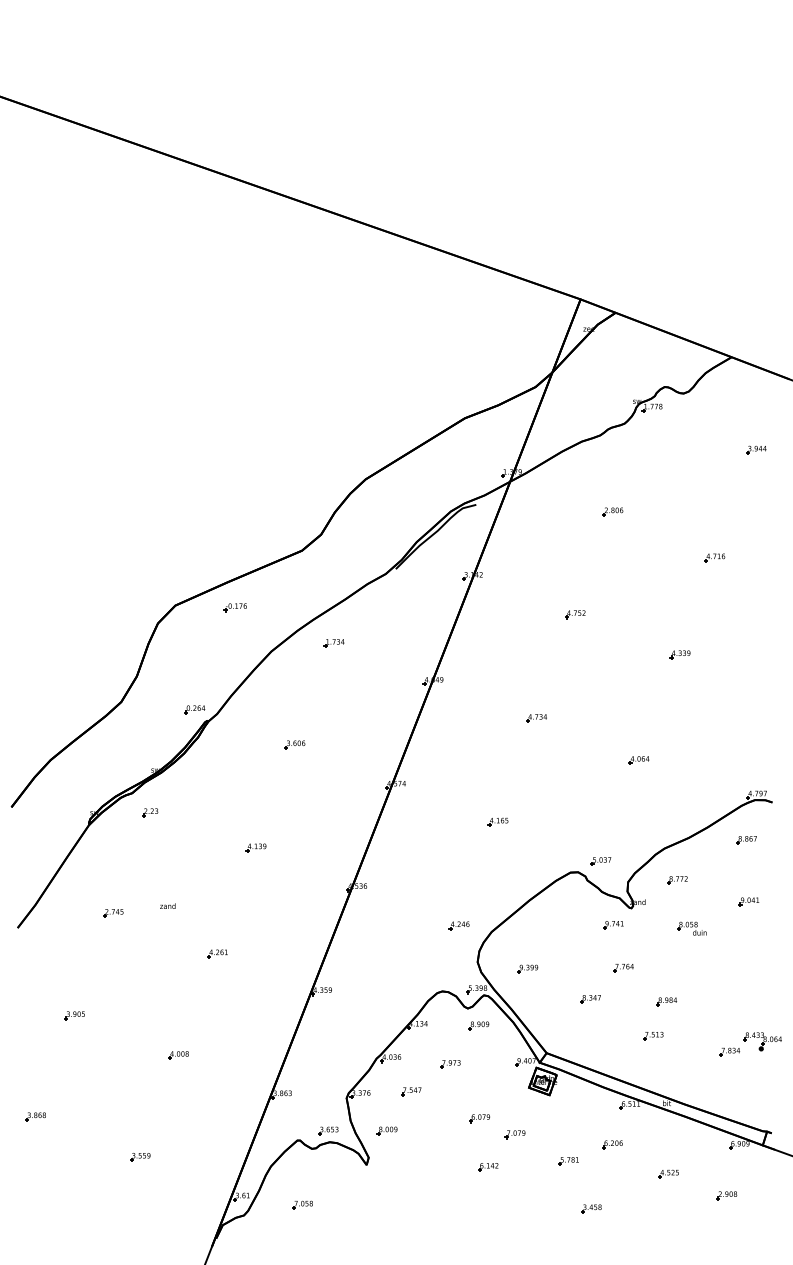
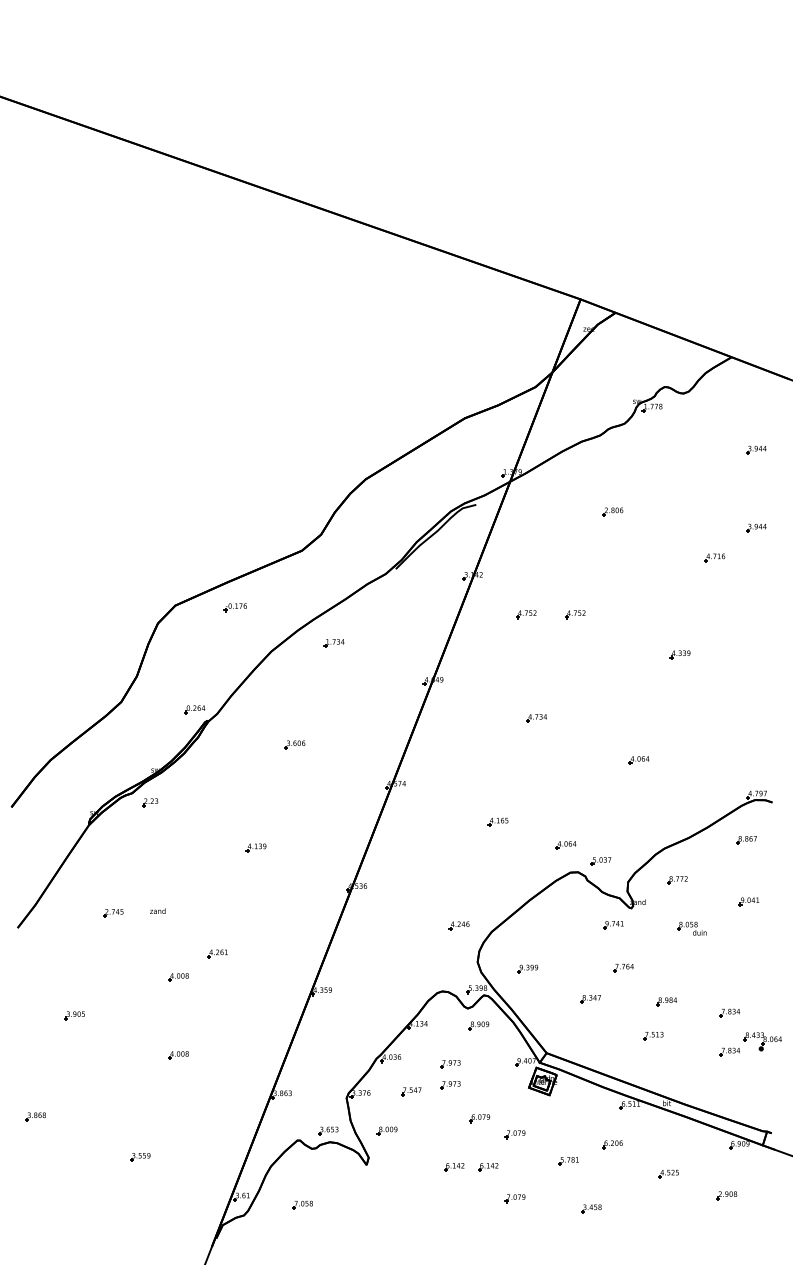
part at (756, 527): none -> present
part at (526, 614): none -> present
part at (150, 812) position: (150, 812) -> (150, 802)
part at (565, 845): none -> present
text at (167, 905) position: (167, 905) -> (157, 910)
part at (178, 977): none -> present
part at (729, 1012): none -> present
part at (450, 1085): none -> present
part at (454, 1167): none -> present
part at (514, 1198): none -> present
